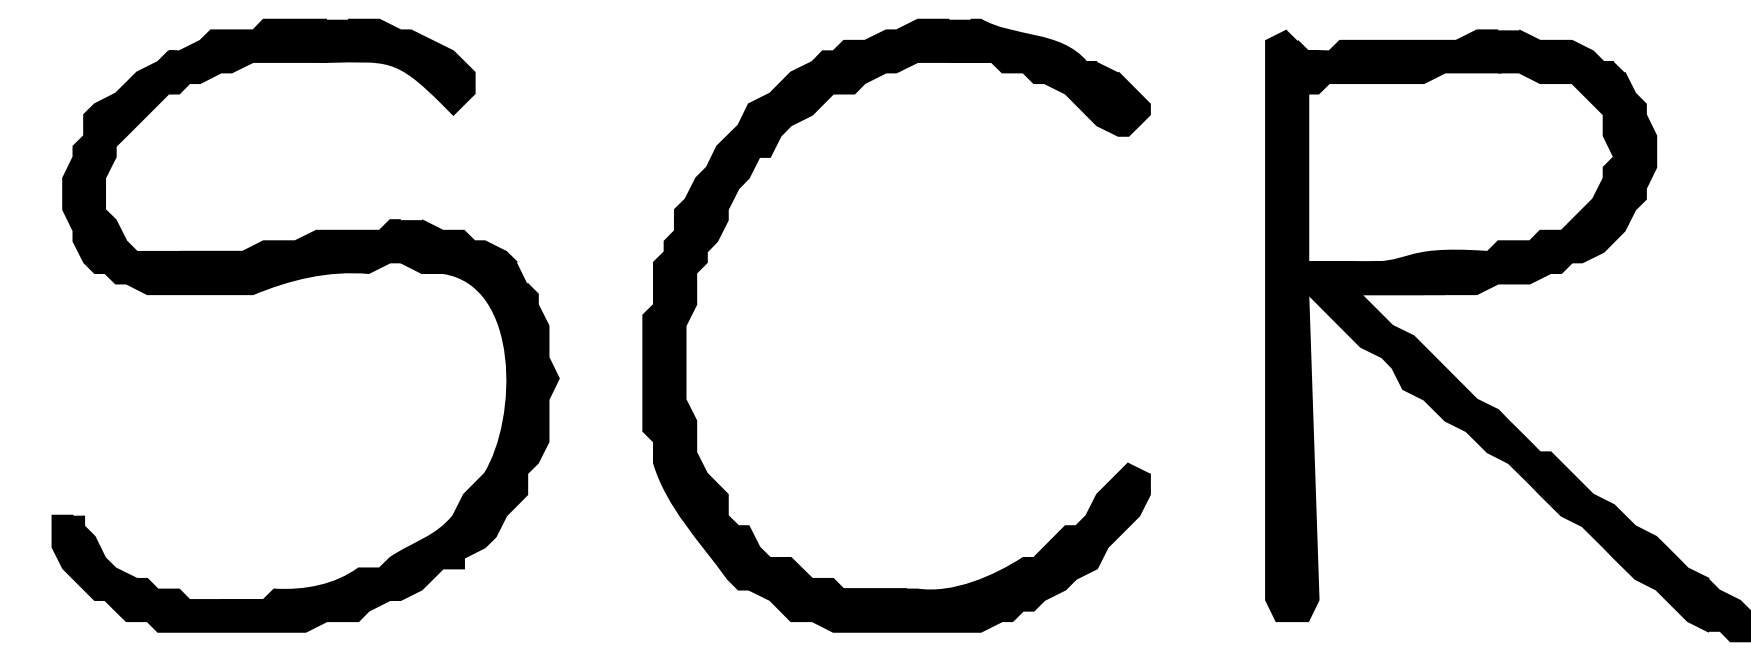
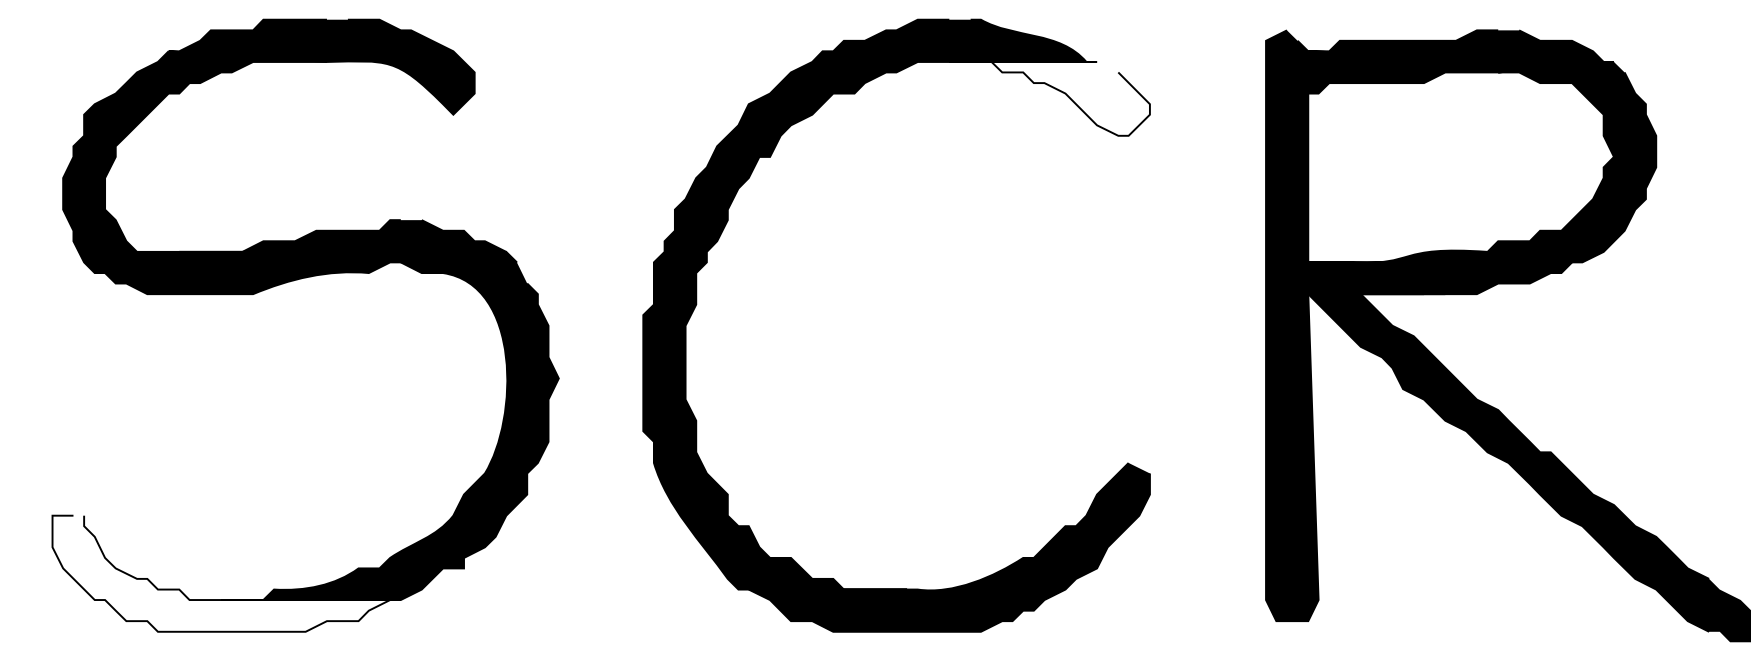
fill at (1049, 98): present -> none
fill at (226, 573): present -> none
